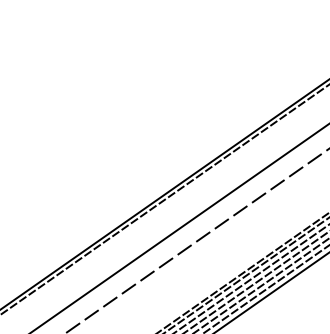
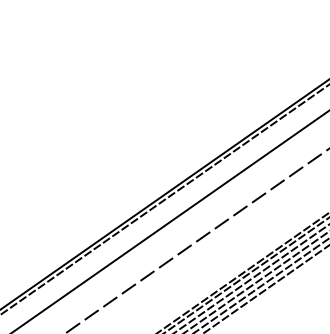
line at (179, 227) position: (179, 227) -> (170, 221)
line at (271, 292): present -> none
